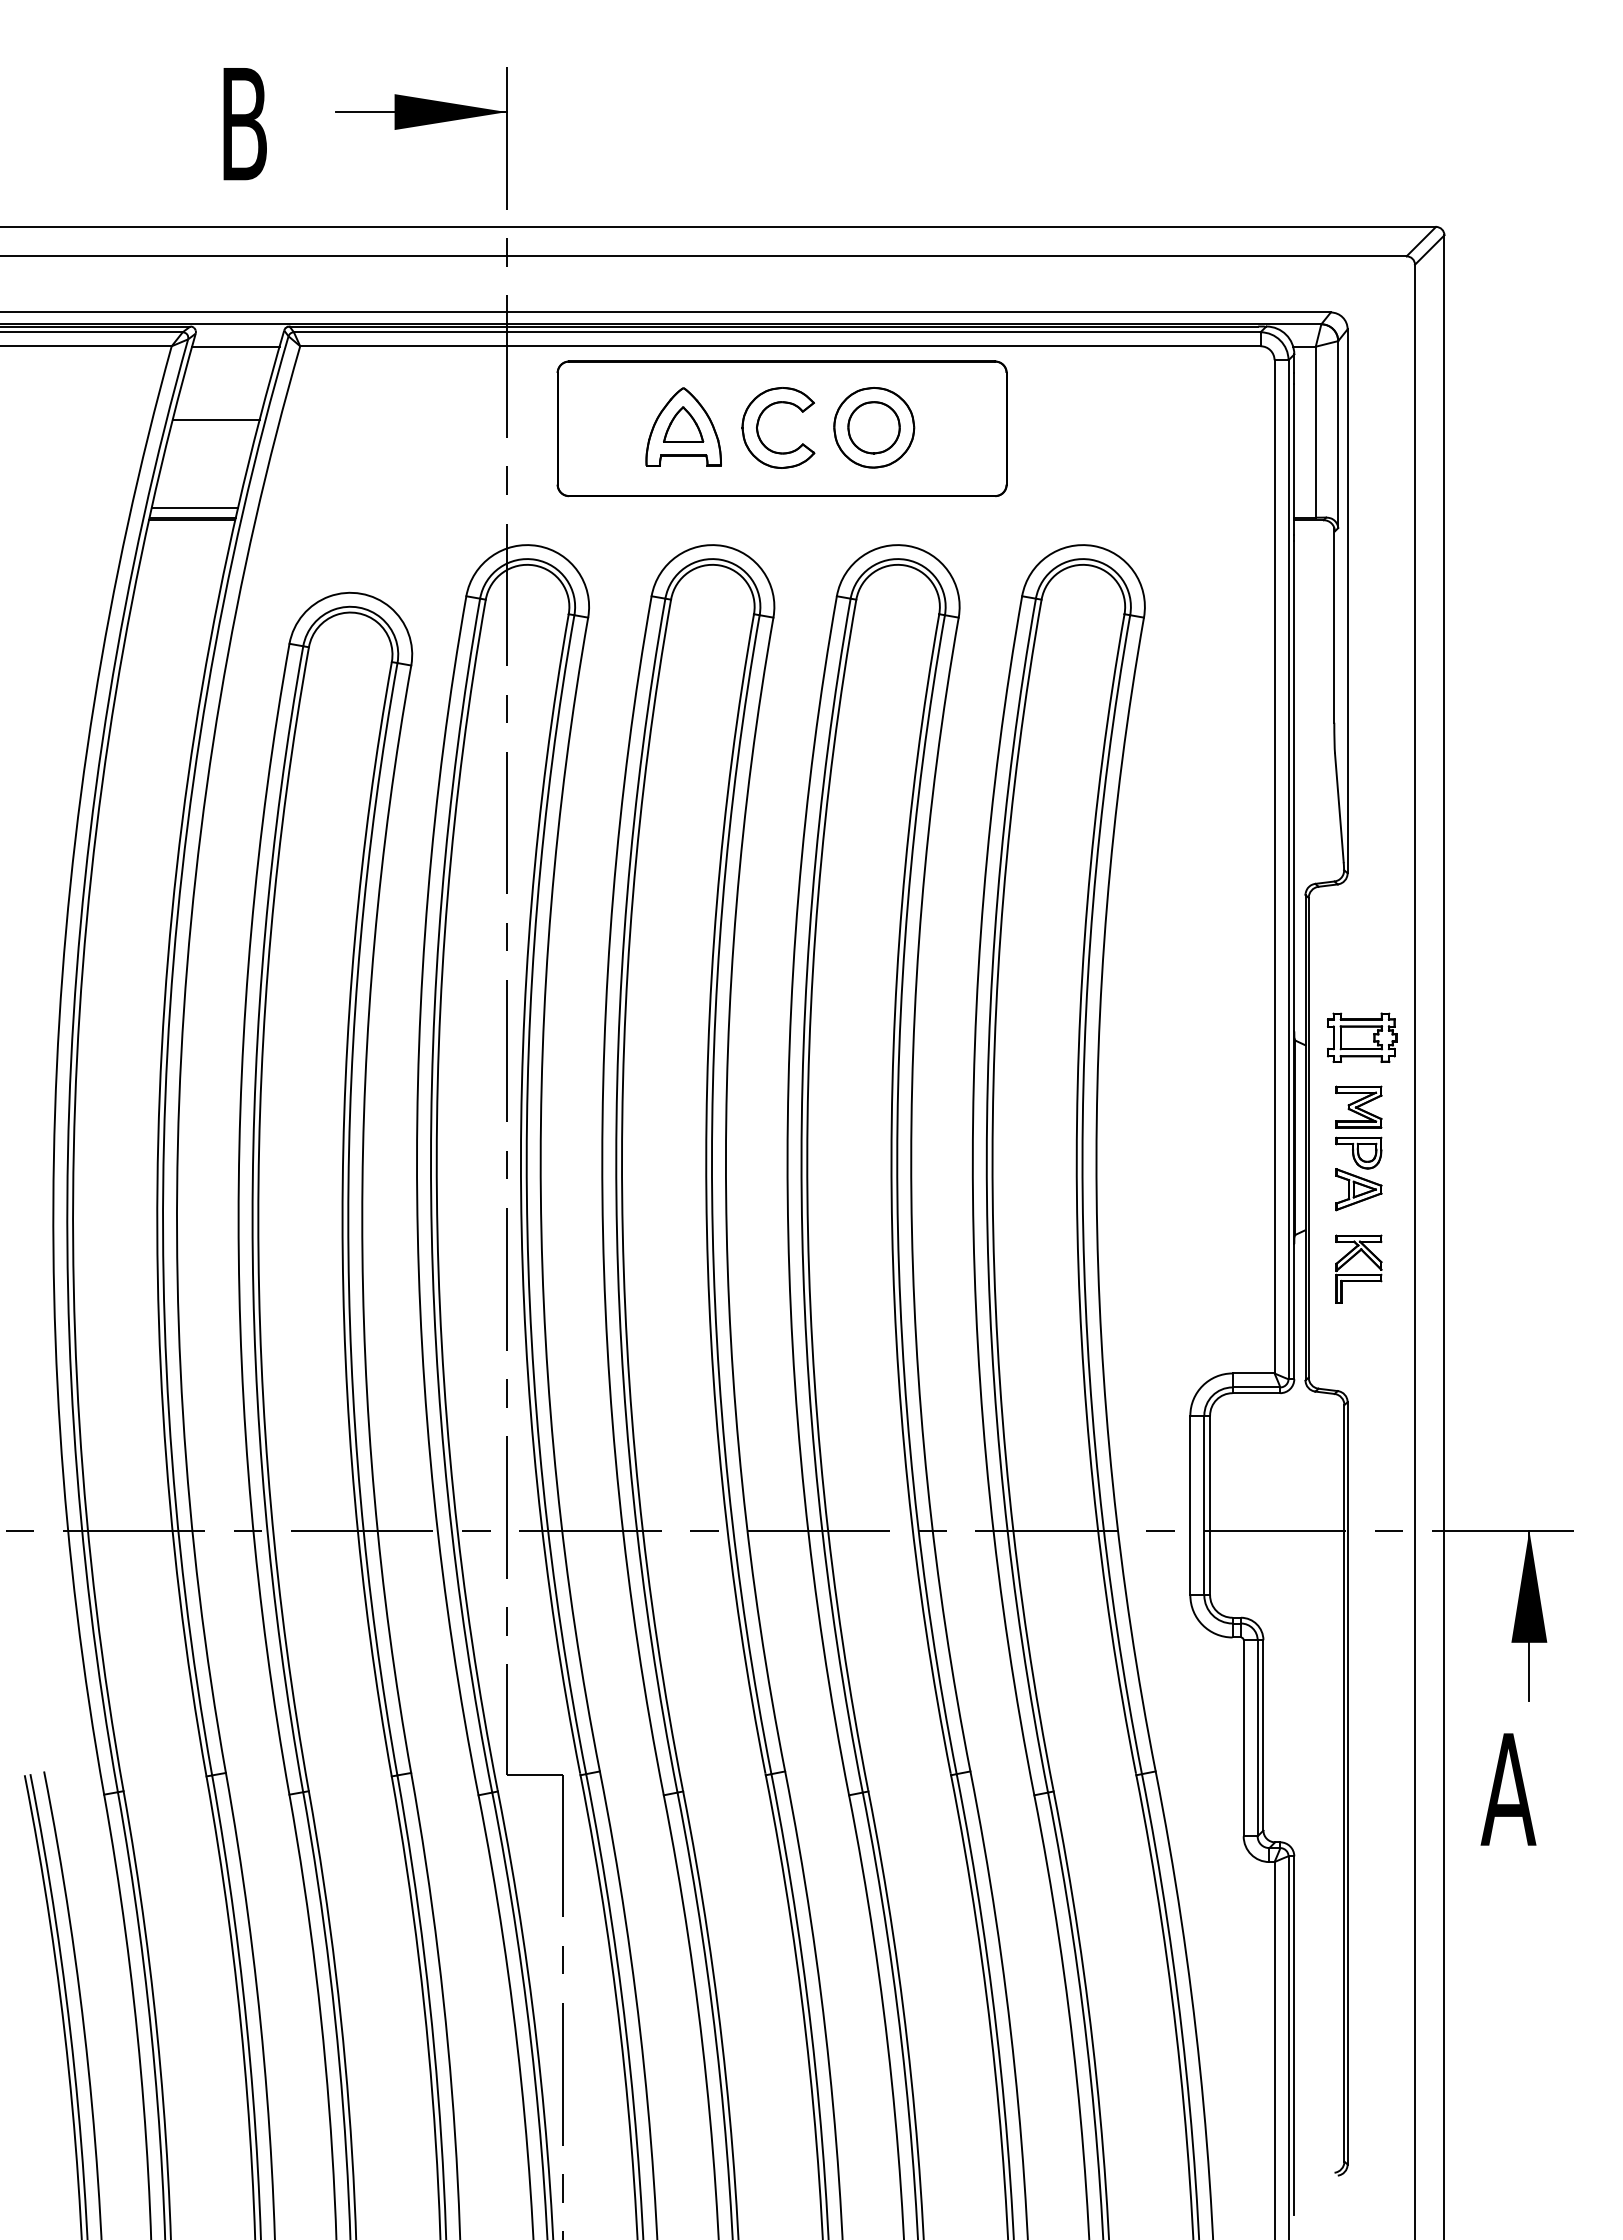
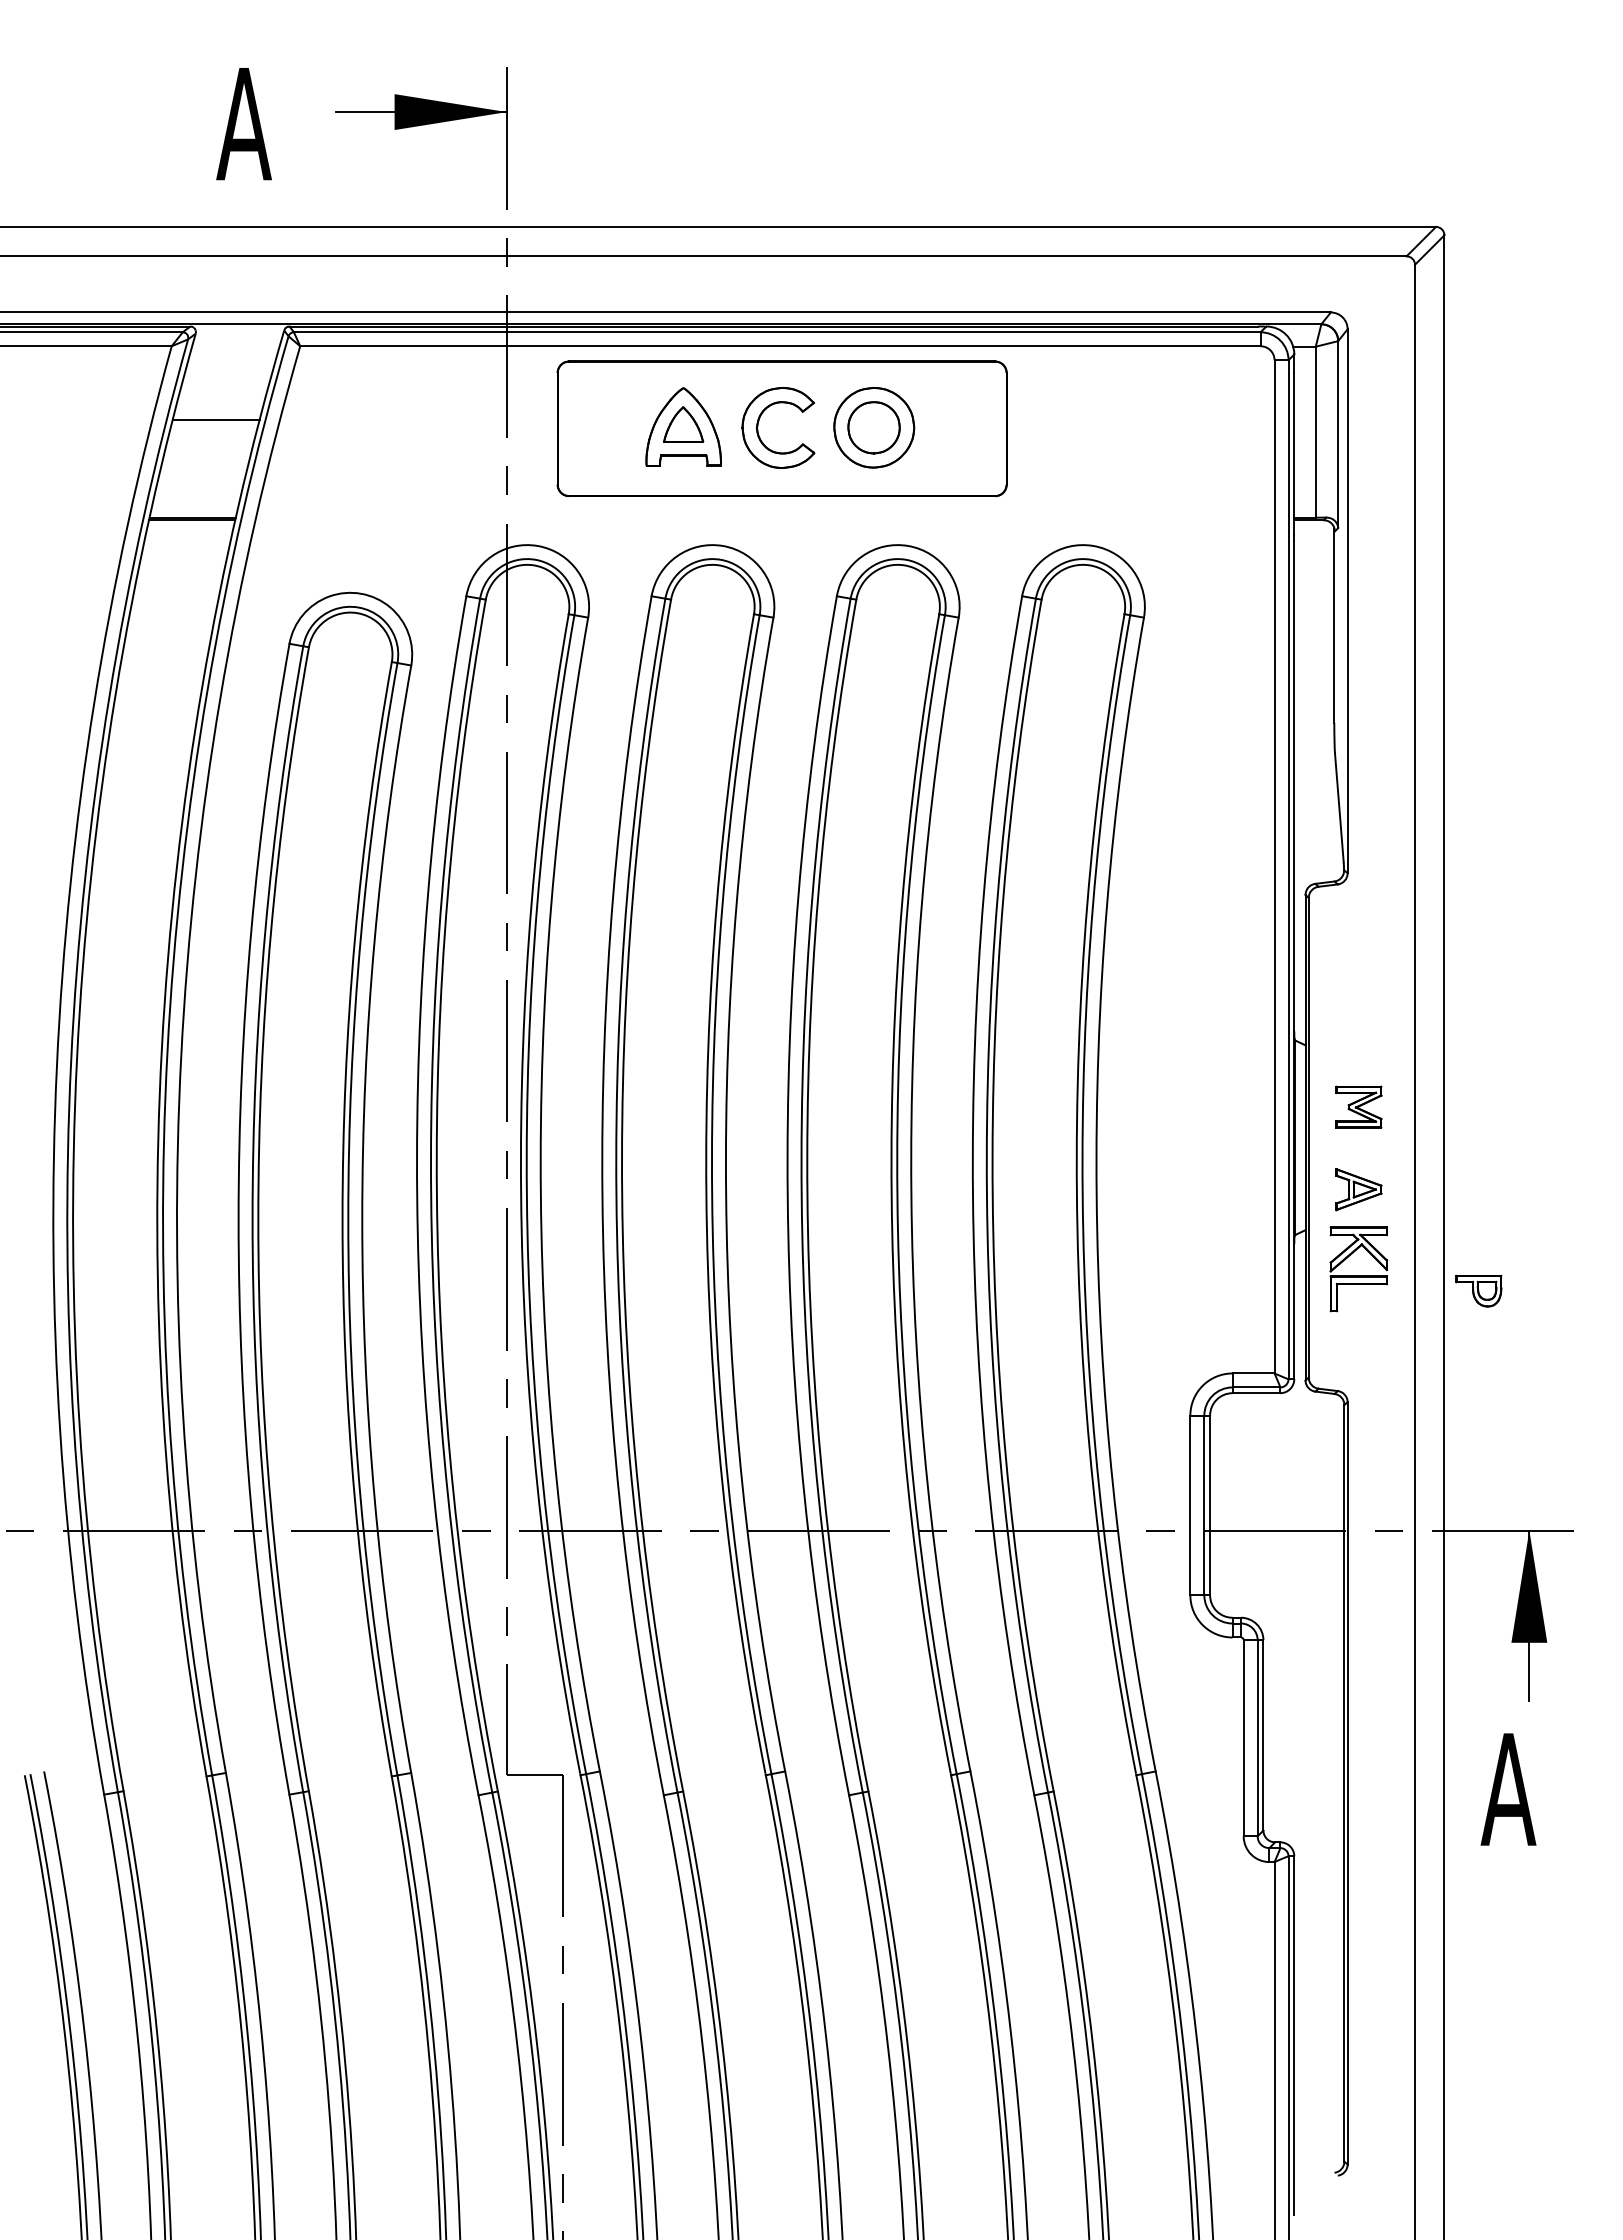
text at (243, 124): B -> A
line at (235, 346): present -> none
line at (194, 508): present -> none
part at (1362, 1037): present -> none
part at (1358, 1152) position: (1358, 1152) -> (1478, 1290)
part at (1358, 1268) size: 48x70 px -> 60x87 px
